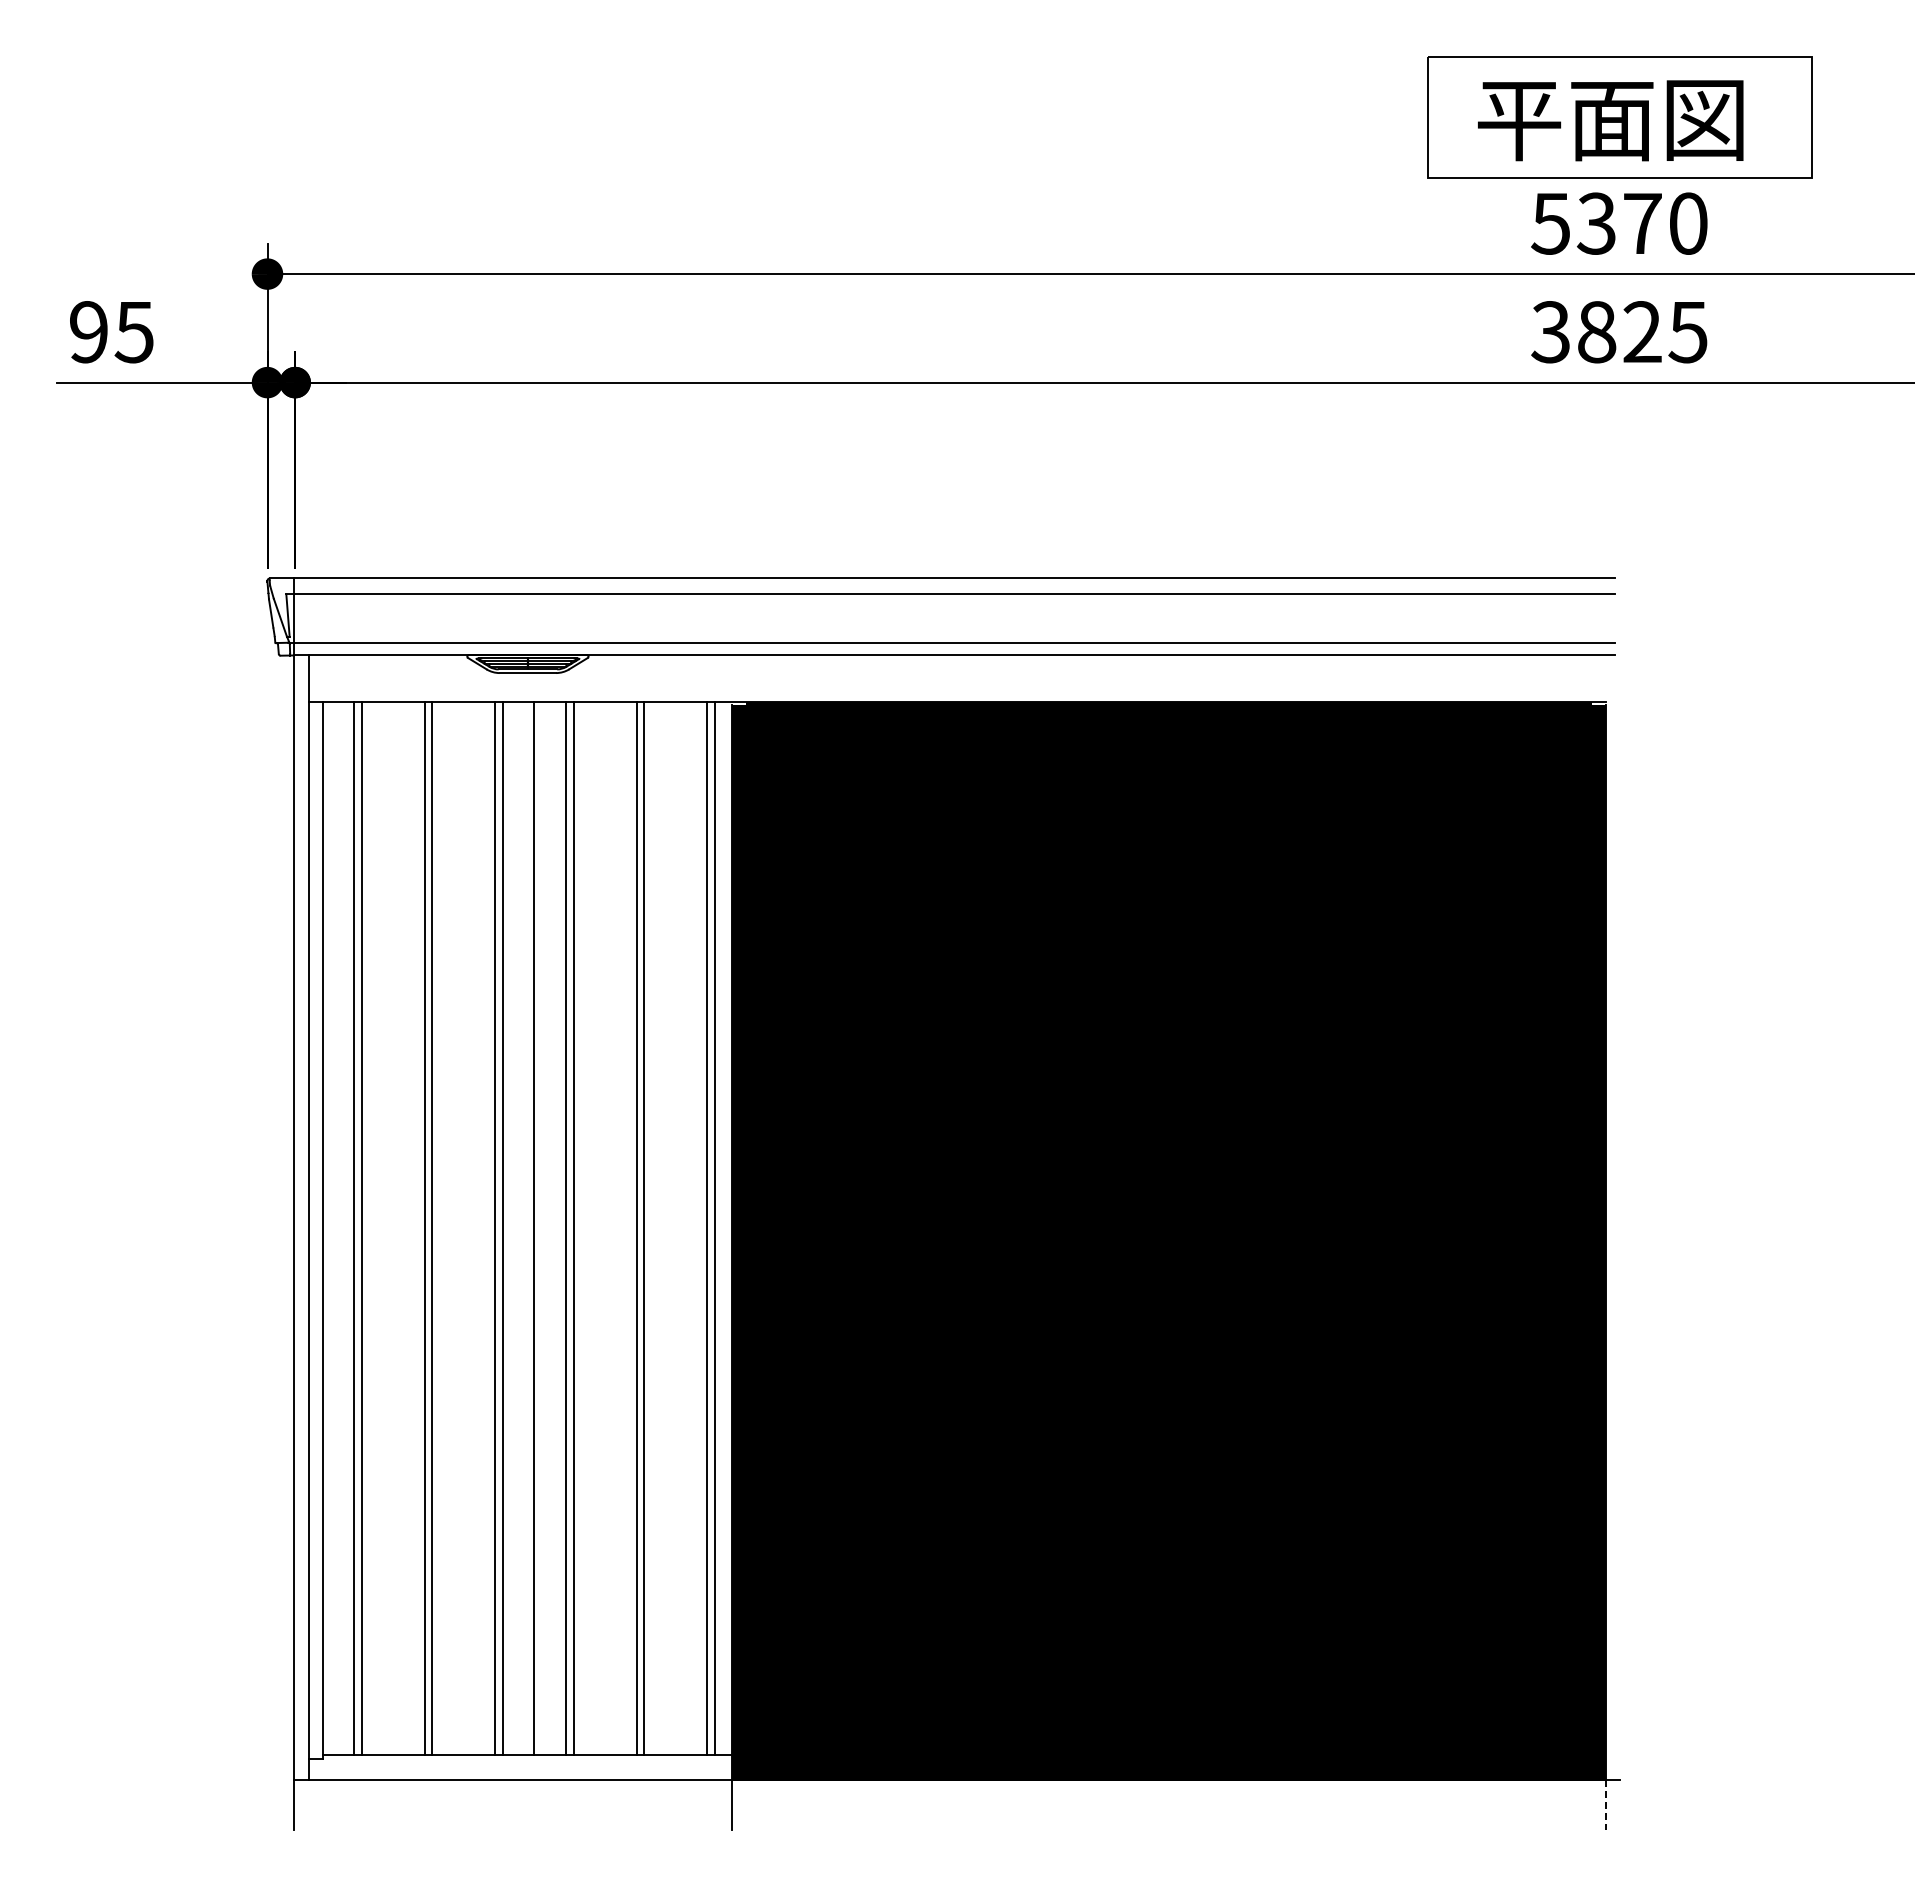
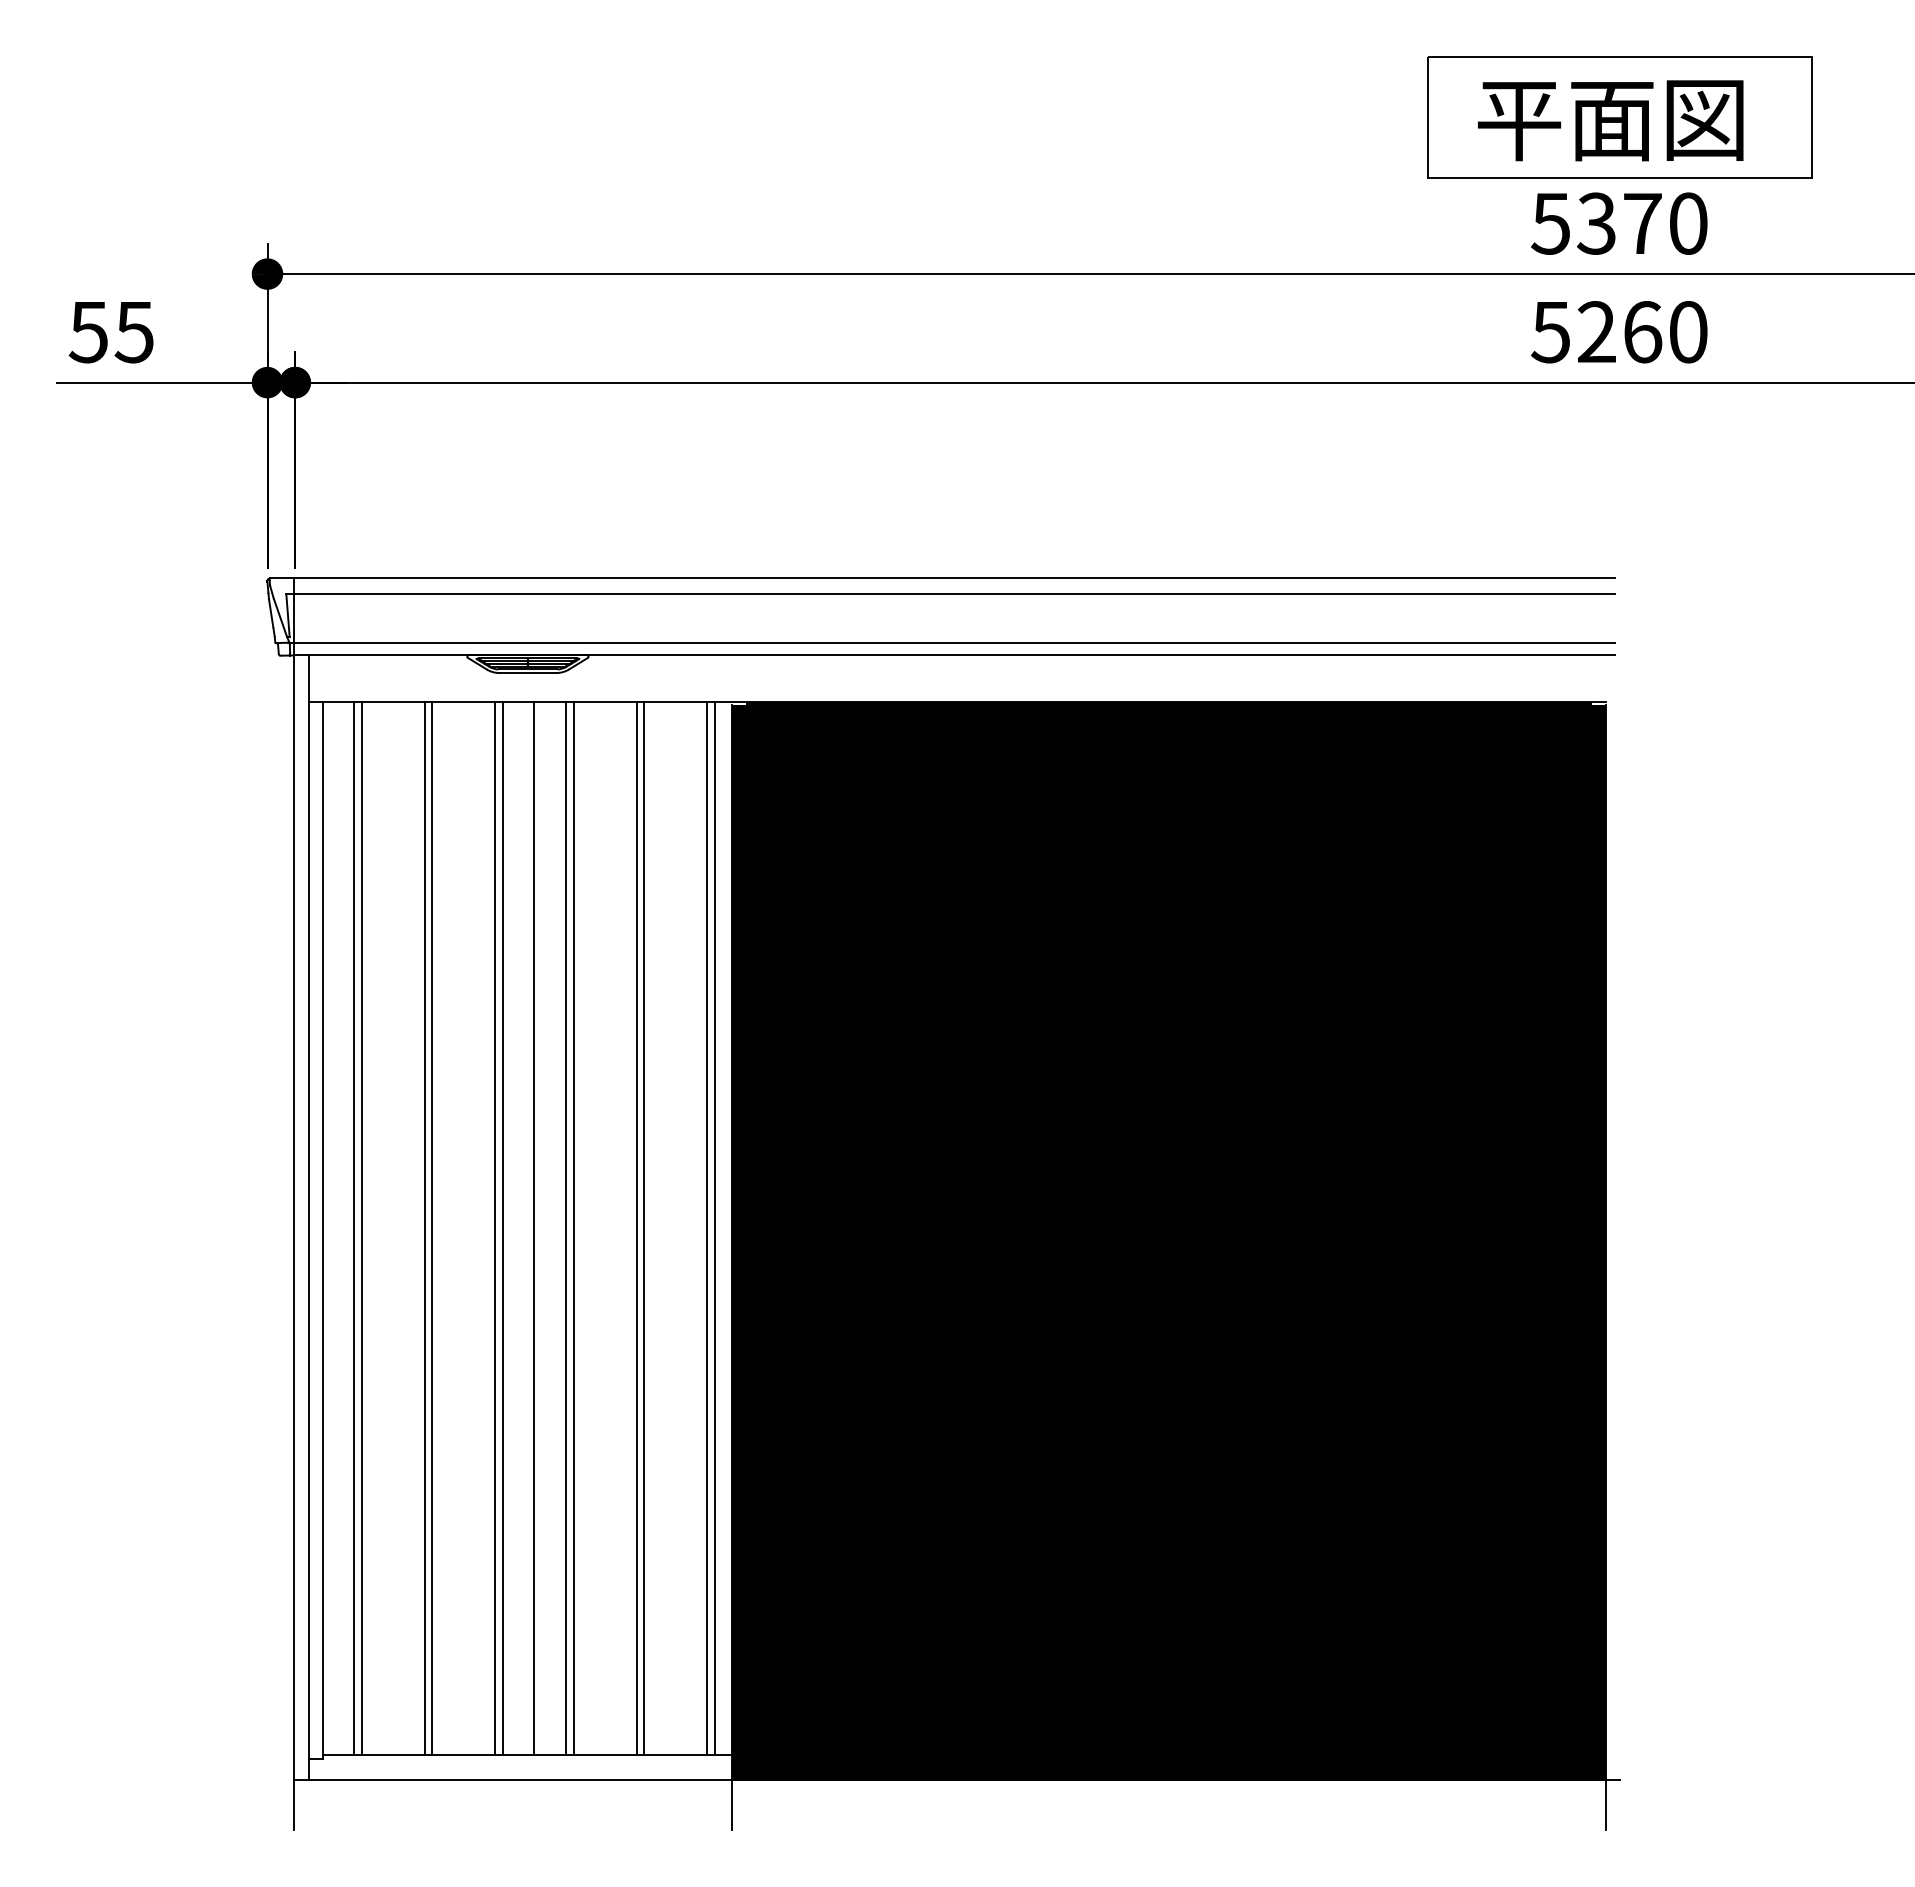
text at (87, 332): 95 -> 55
text at (1619, 332): 3825 -> 5260
line at (1605, 1805): dashed -> solid
